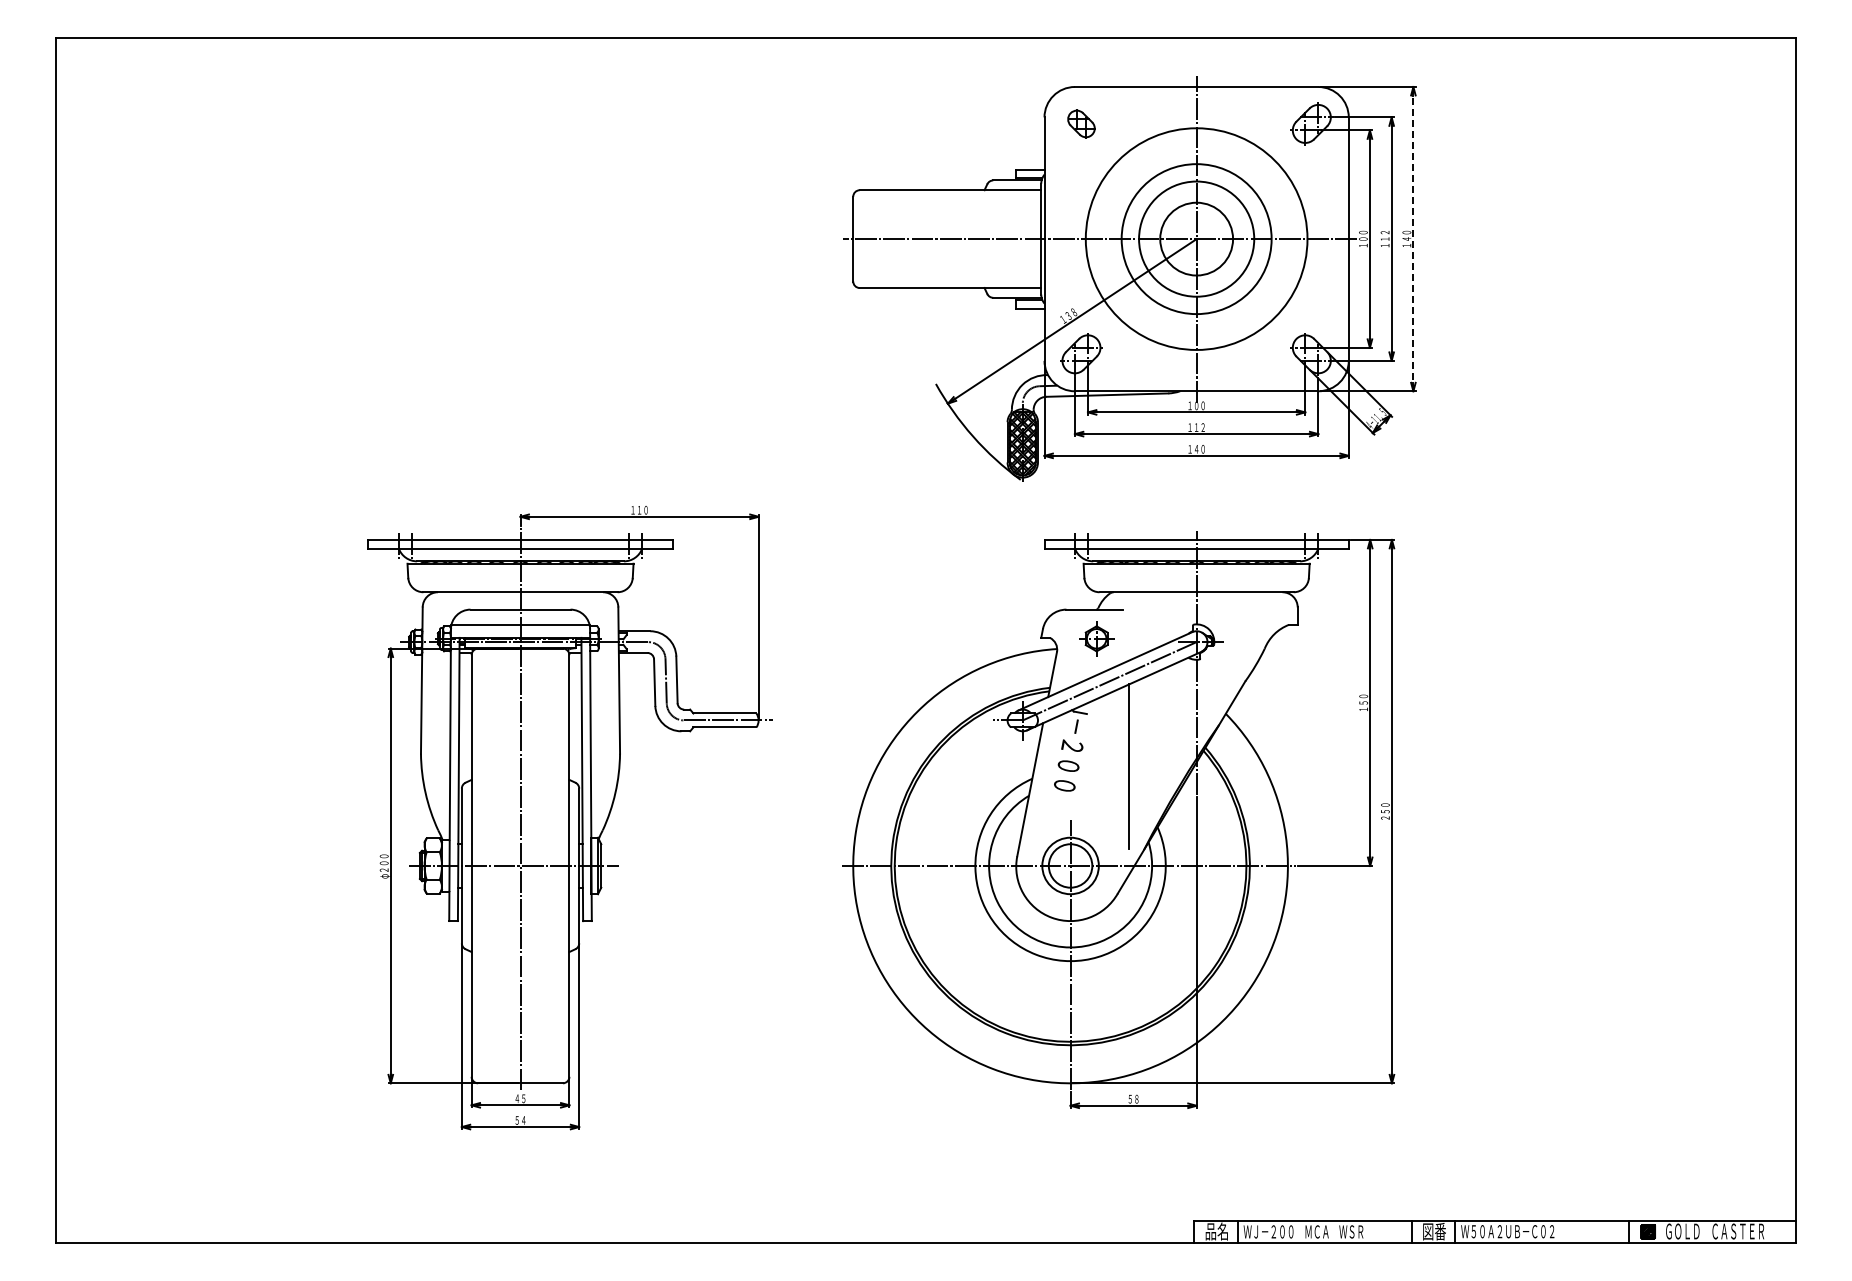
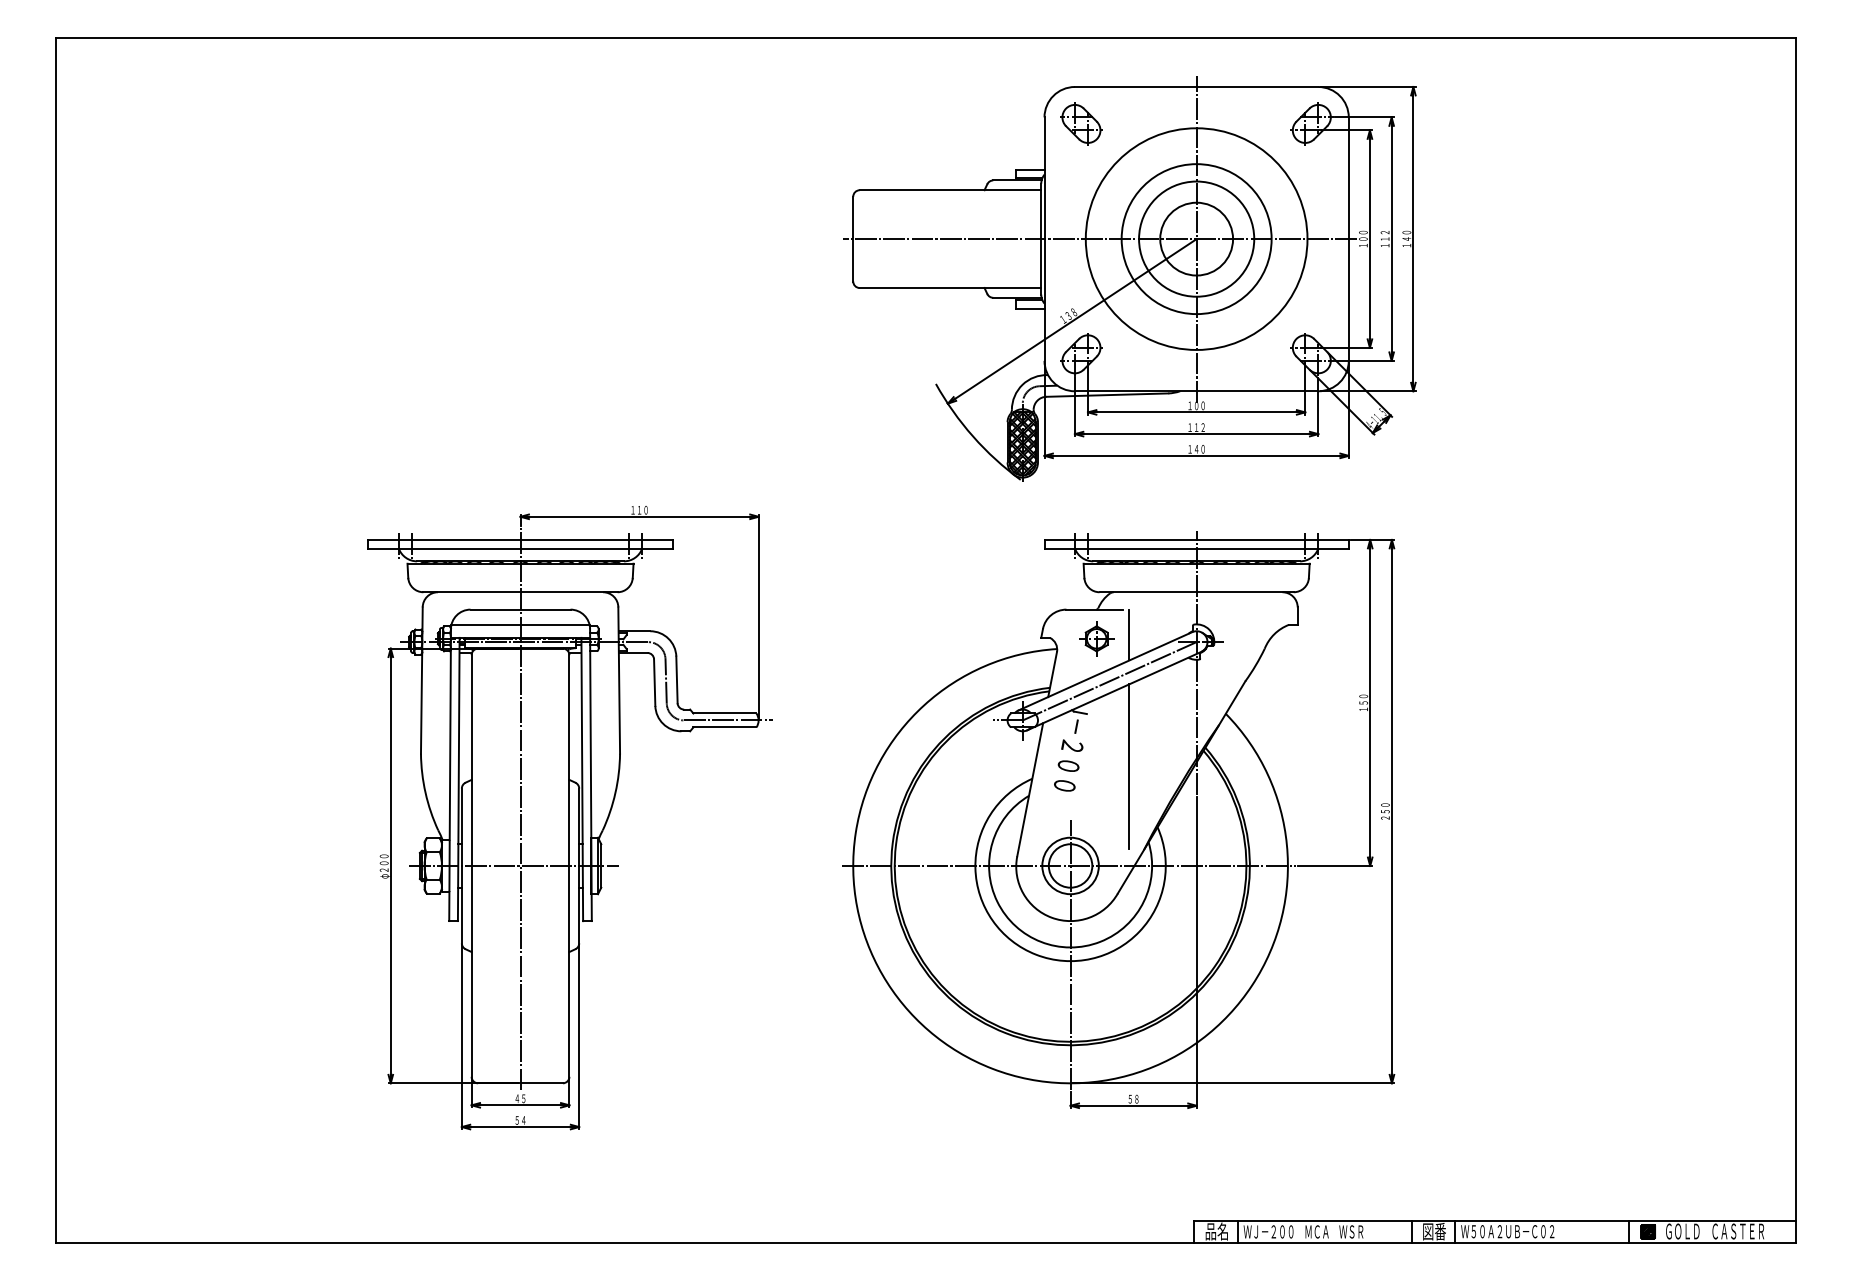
part at (1081, 123) size: 29x30 px -> 43x44 px
line at (1413, 238): dashed -> solid
line at (1129, 634): none -> present
